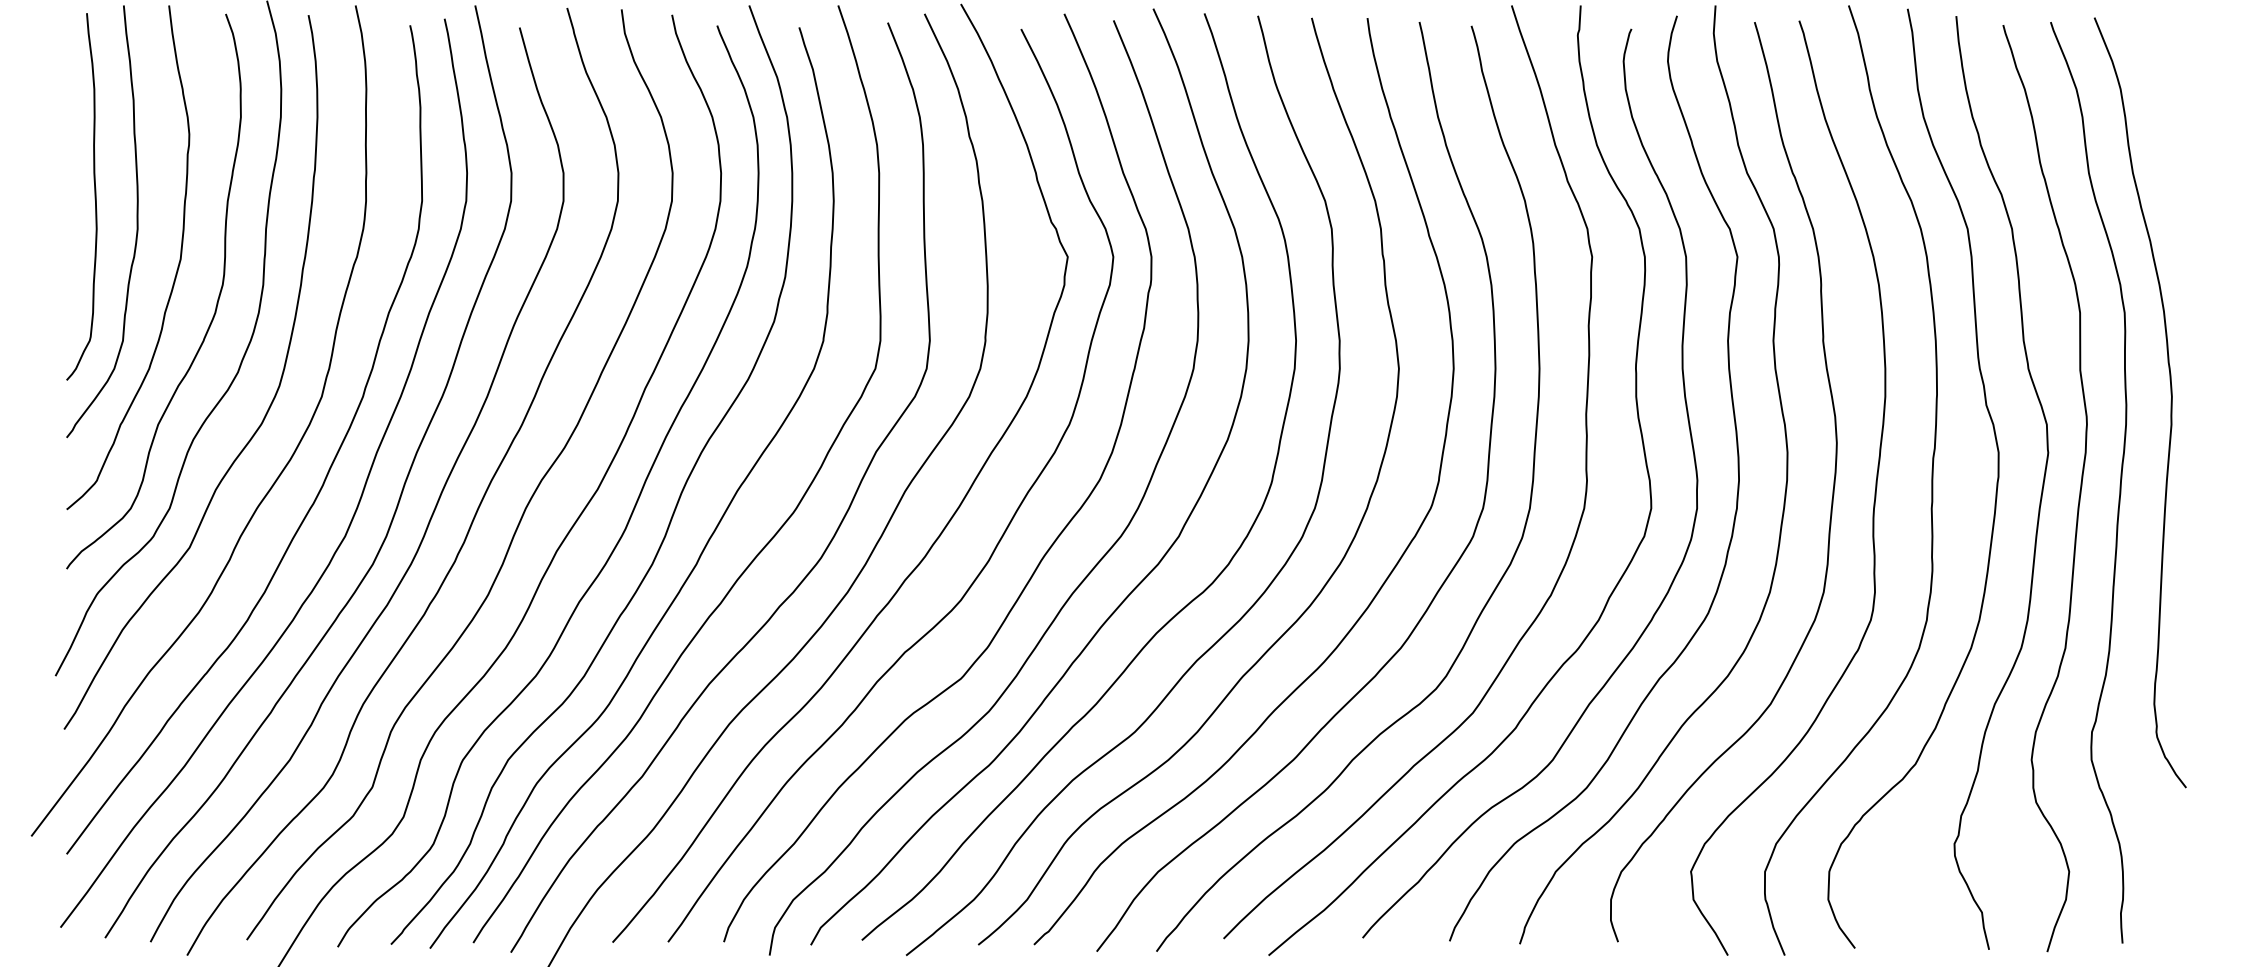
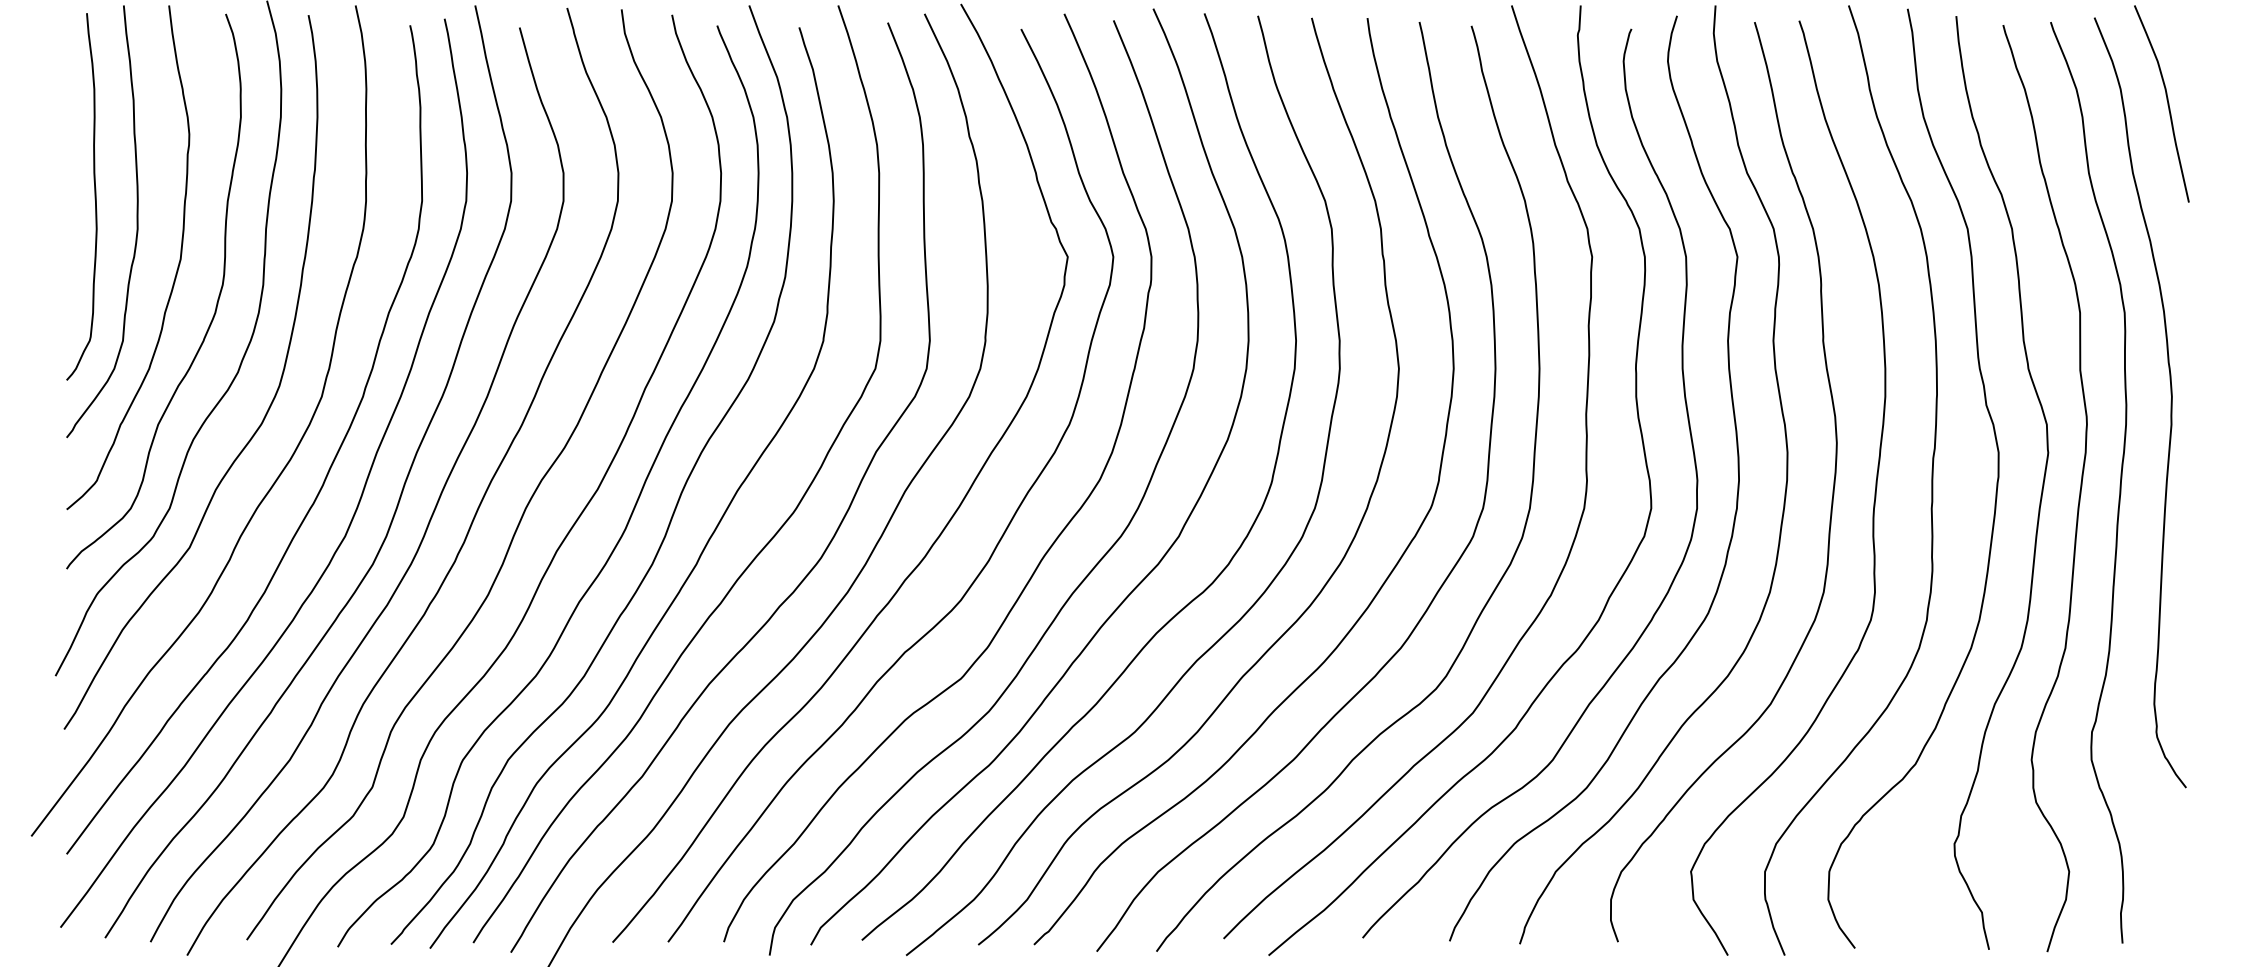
curve at (2166, 100): none -> present
